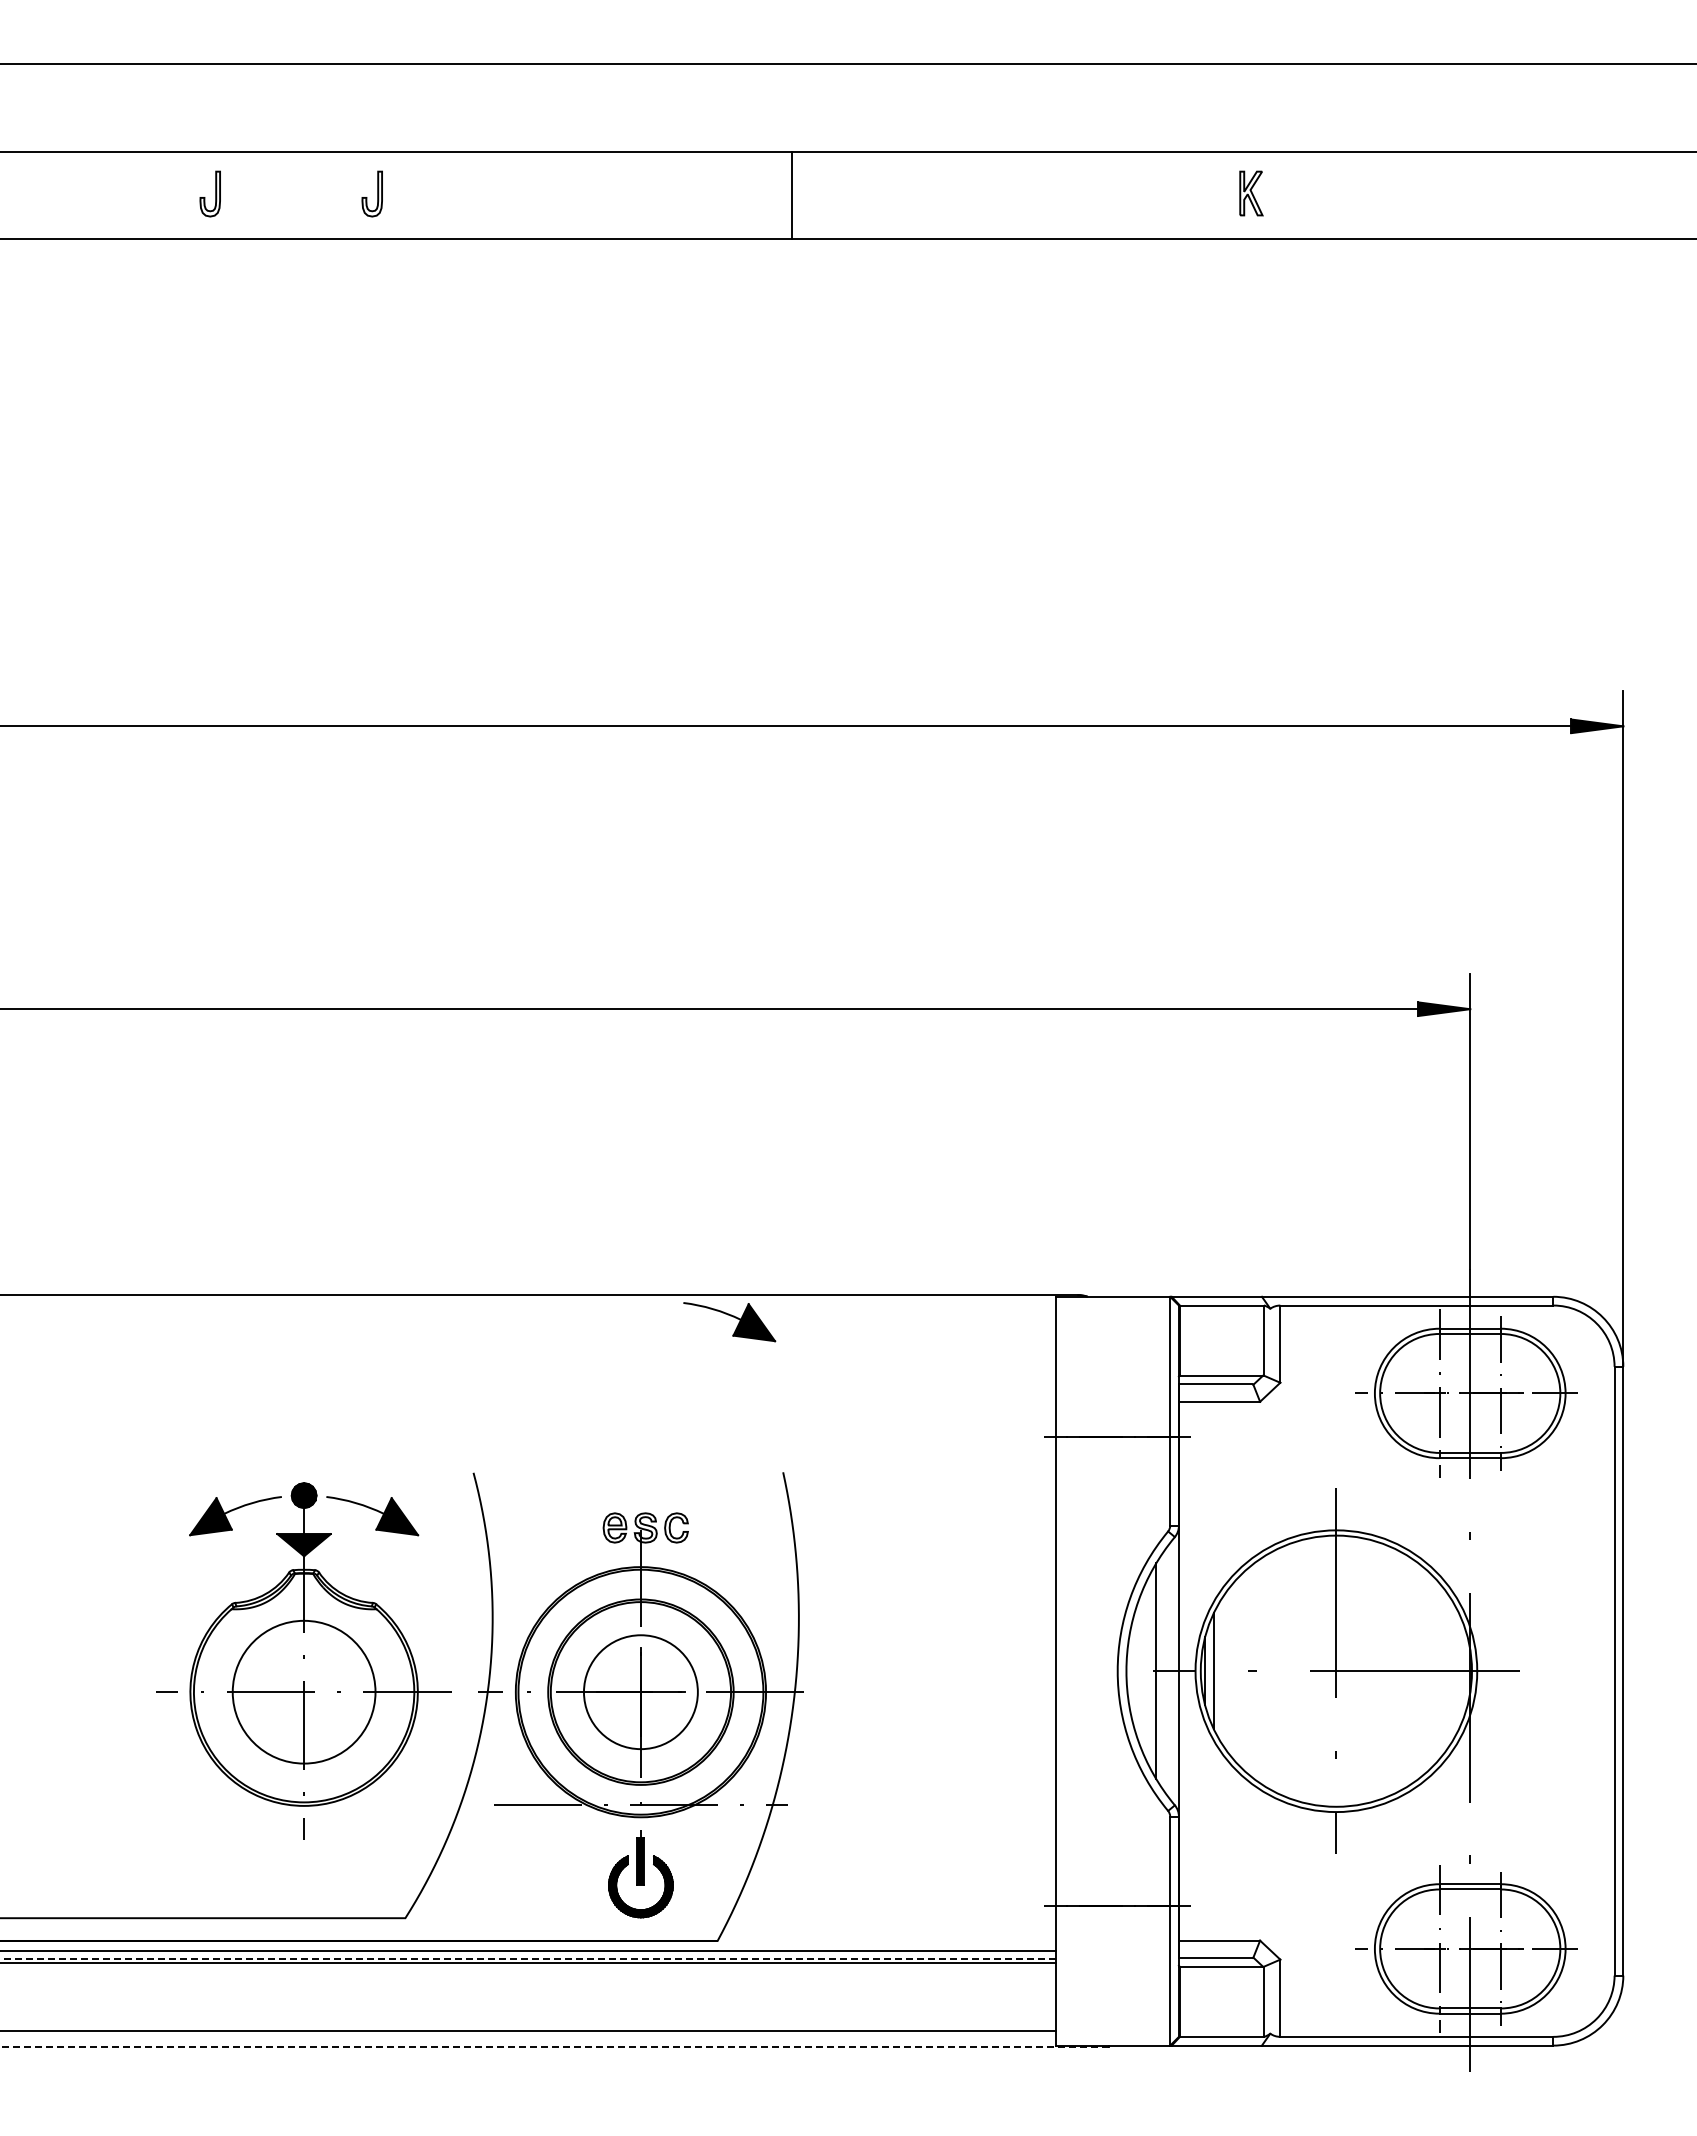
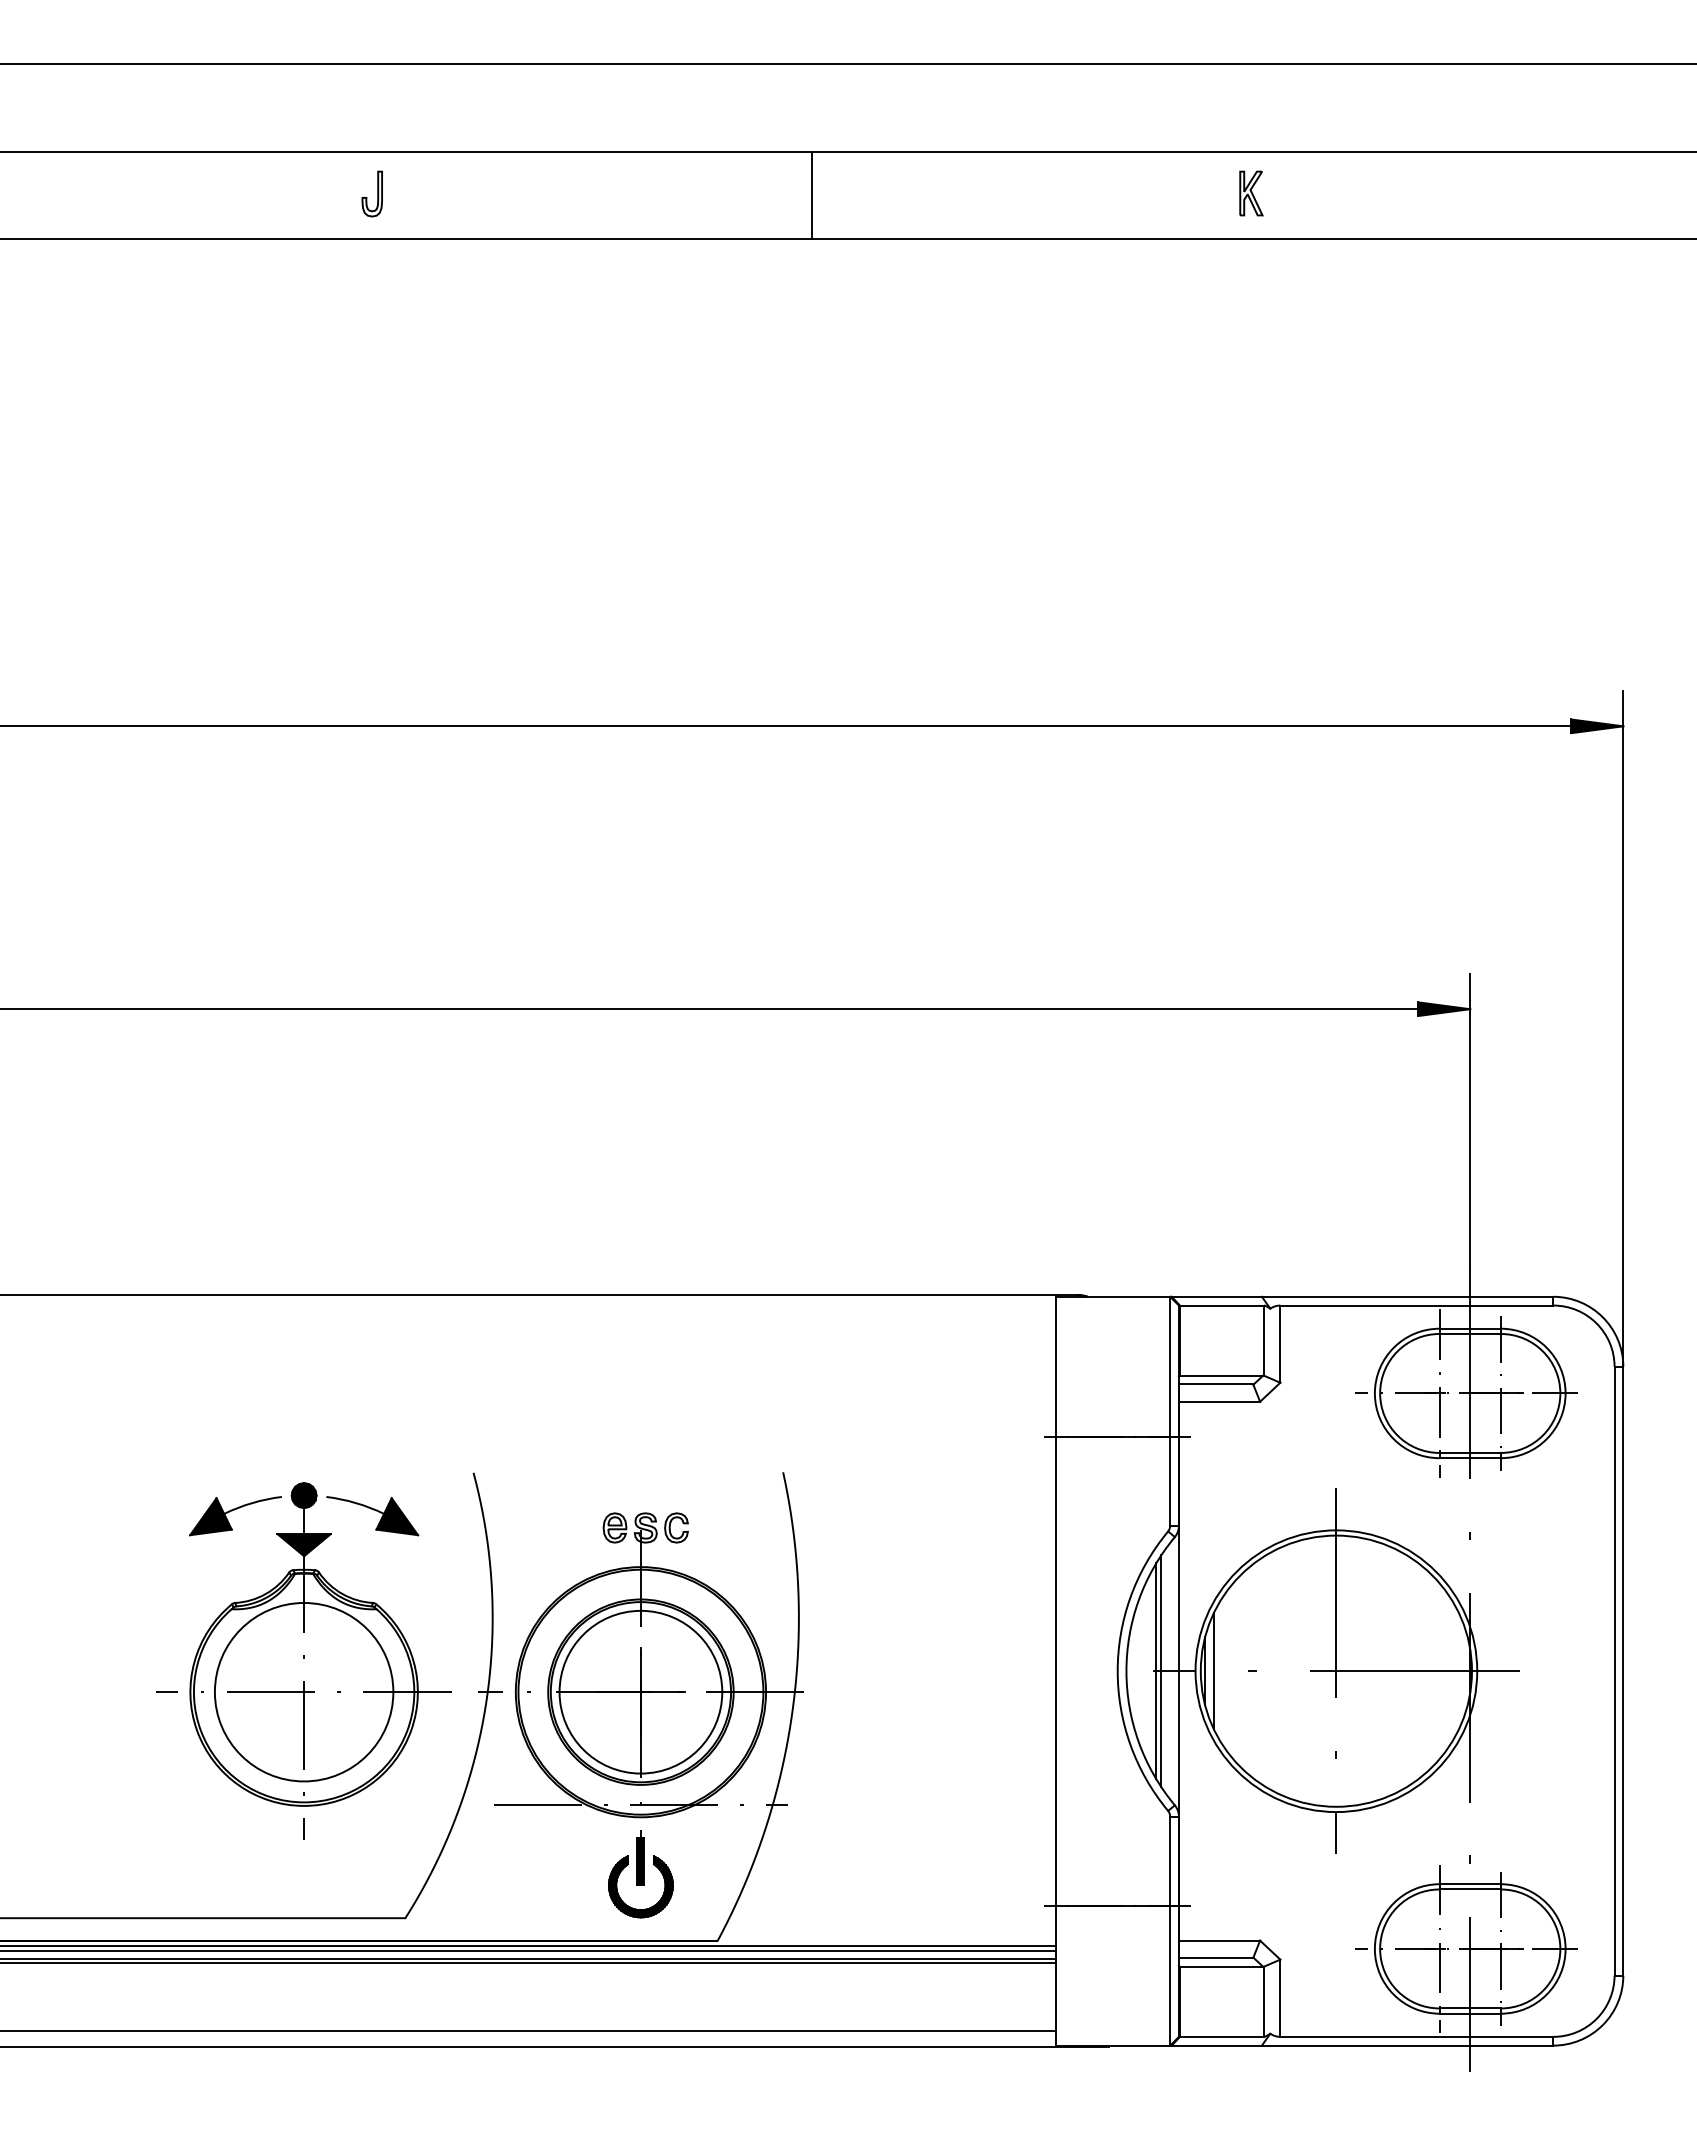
part at (209, 193): present -> none
line at (792, 195) position: (792, 195) -> (812, 195)
part at (730, 1316): present -> none
line at (1161, 1671): none -> present
circle at (303, 1691) diameter: 143 px -> 178 px
circle at (640, 1692) diameter: 114 px -> 163 px
line at (529, 1946): none -> present
line at (527, 1958): dashed -> solid
line at (553, 2047): dashed -> solid
